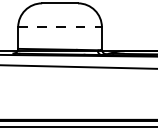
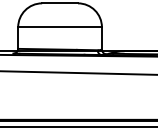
line at (60, 27): dashed -> solid
line at (78, 66) position: (78, 66) -> (78, 72)
